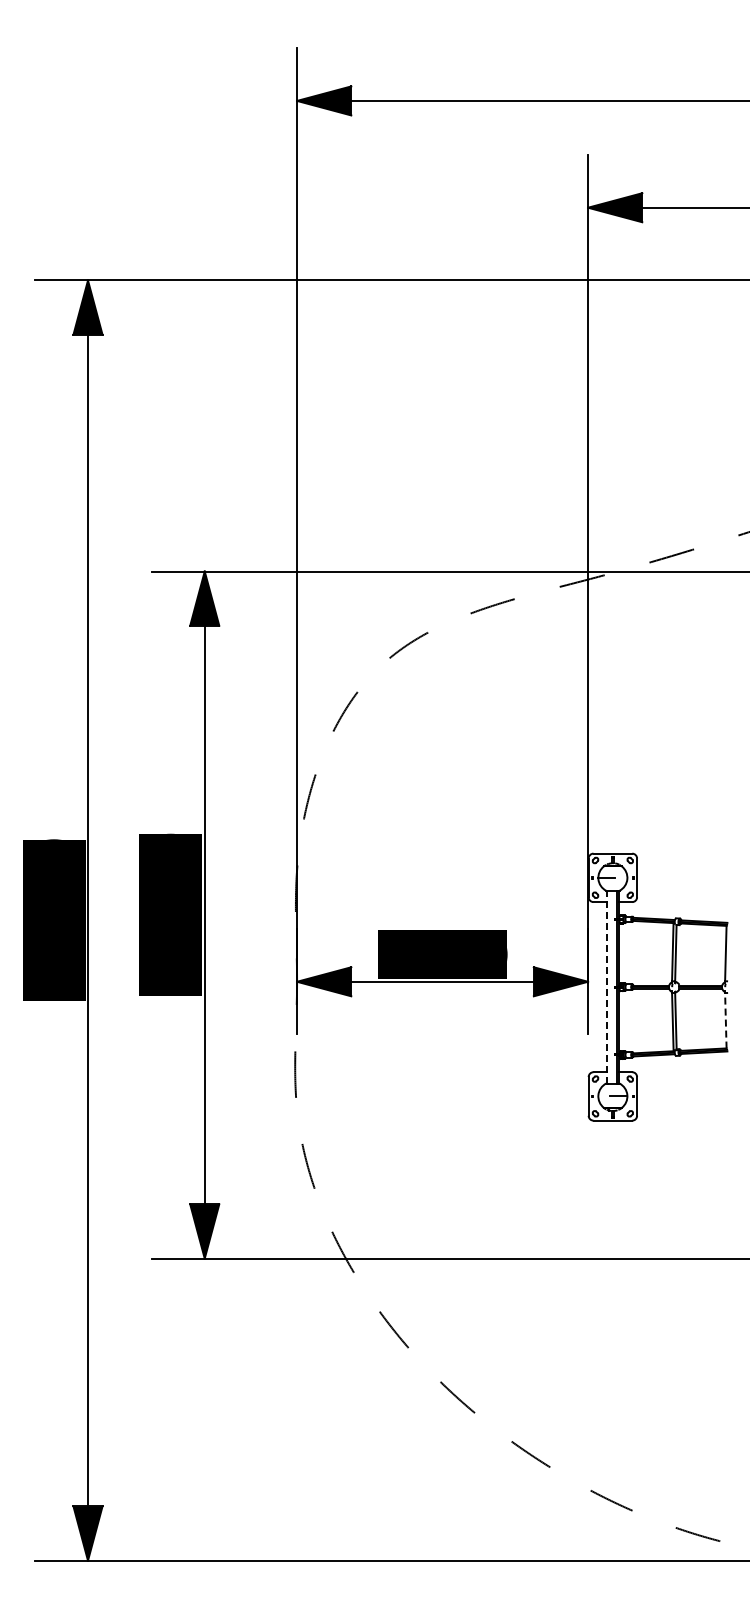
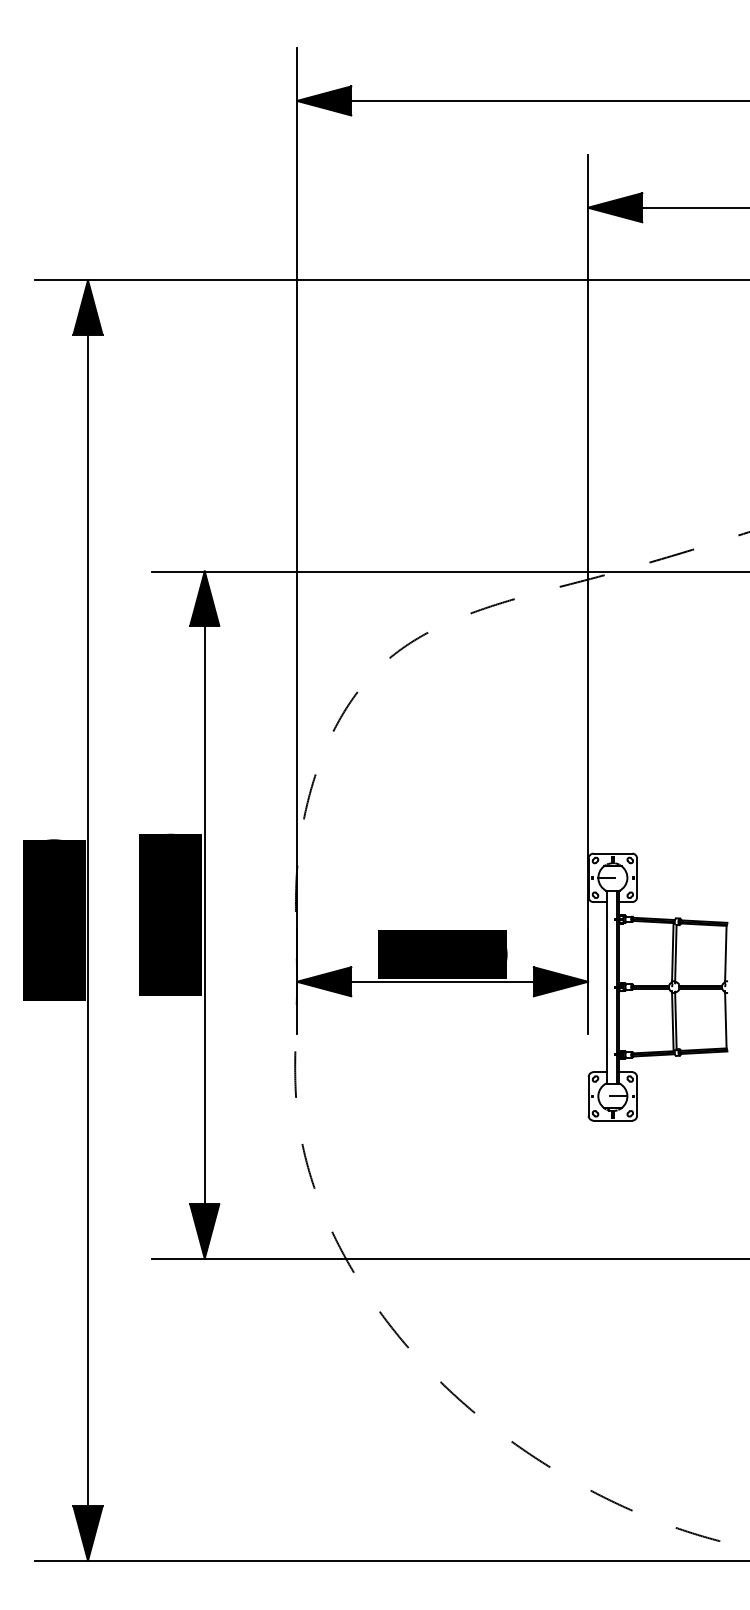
line at (607, 986): dashed -> solid
line at (725, 1020): dashed -> solid
